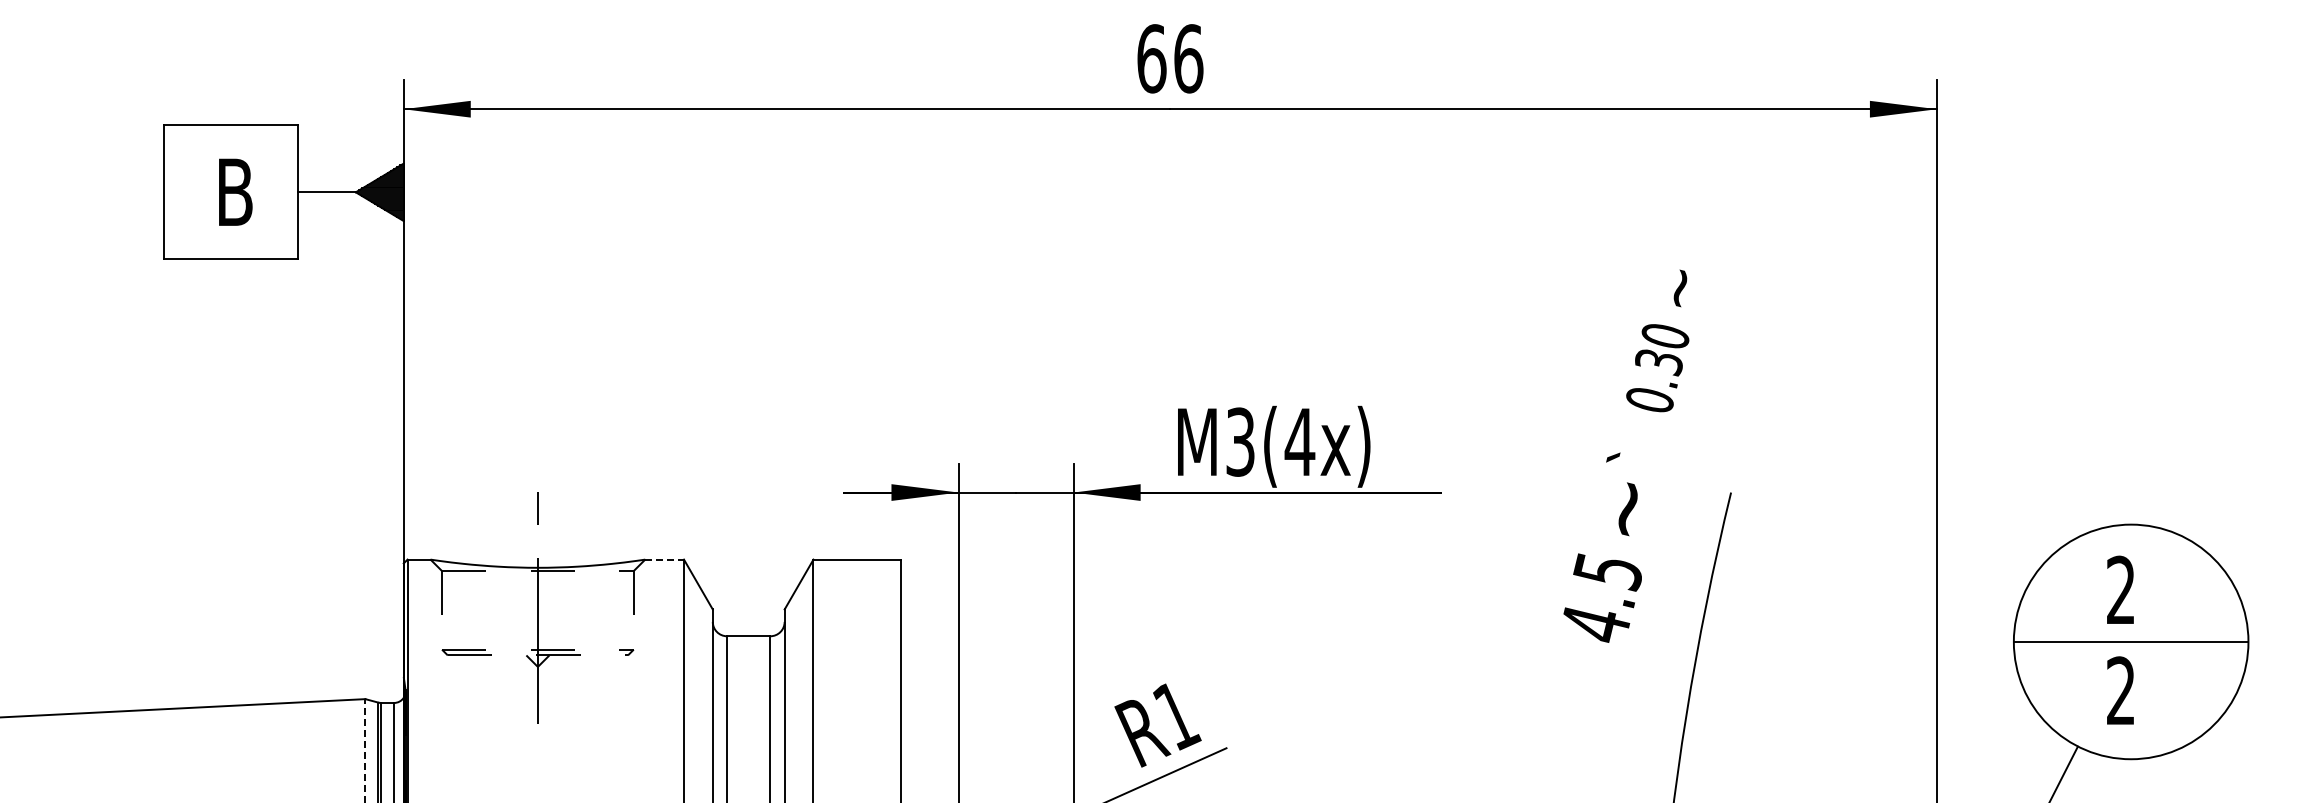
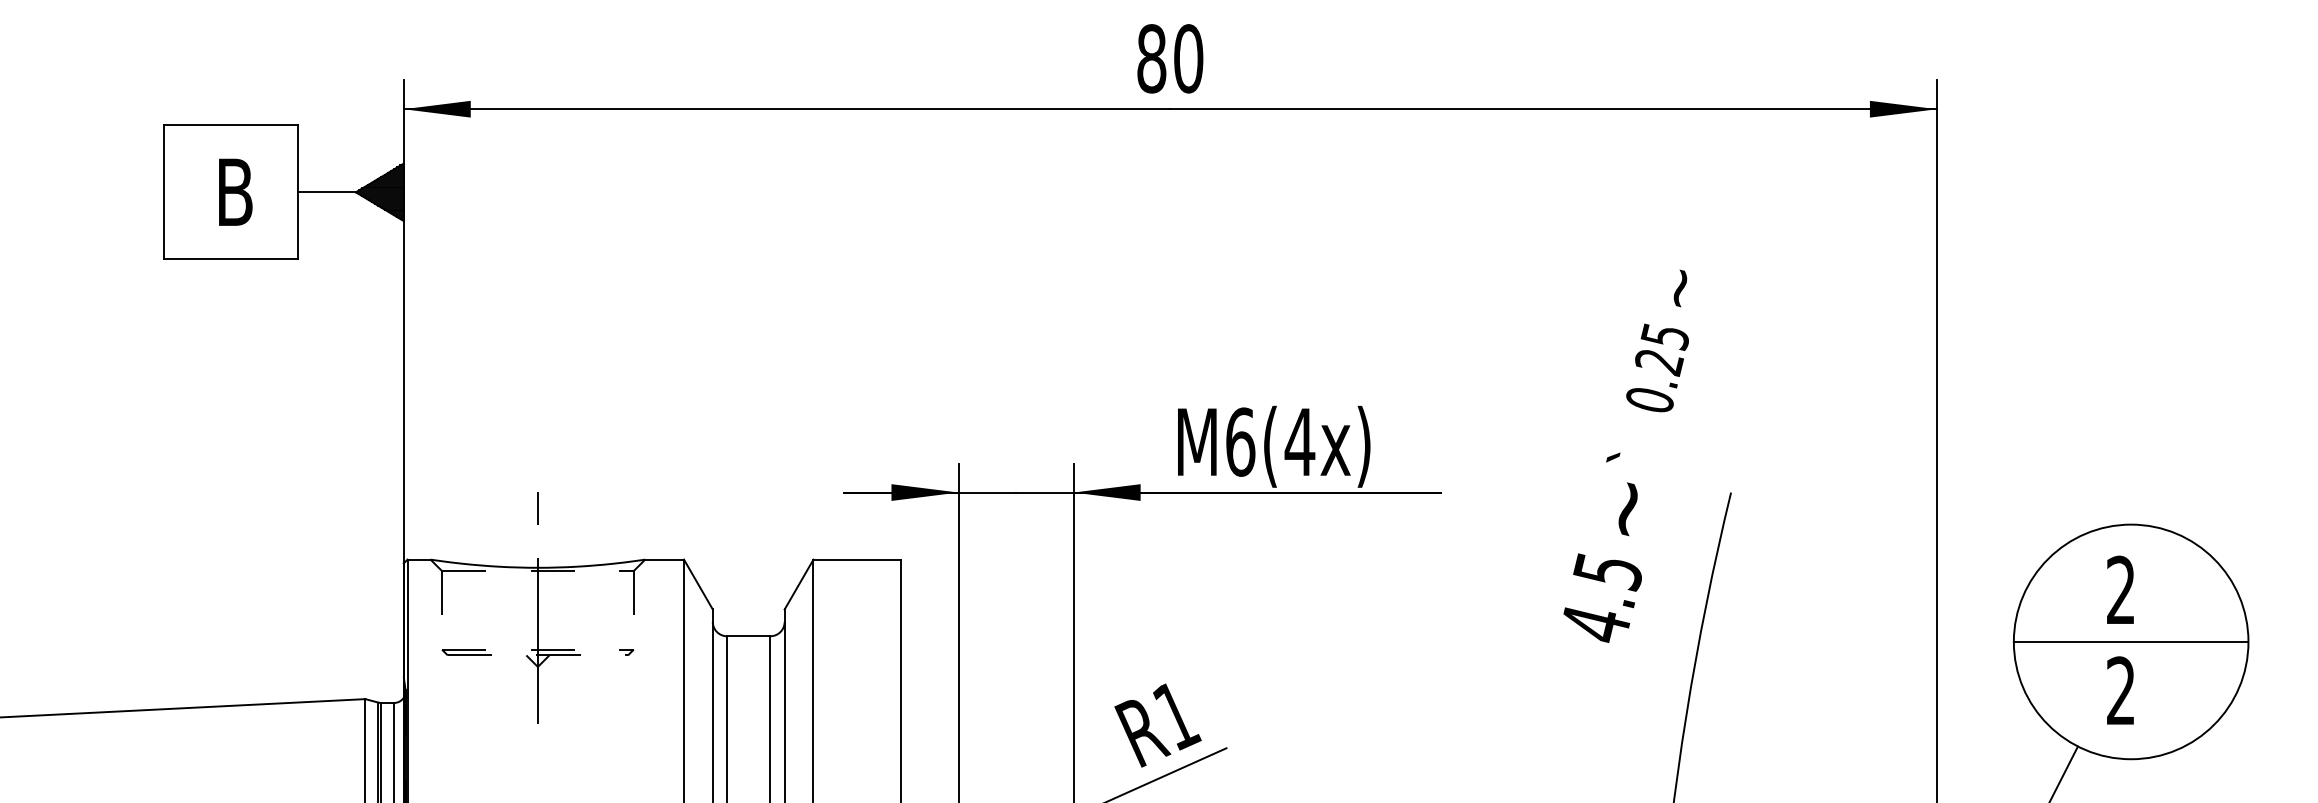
text at (1170, 58): 66 -> 80
text at (1662, 349): 0.30 -> 0.25
text at (1240, 441): M3(4x) -> M6(4x)
line at (665, 559): dashed -> solid
line at (365, 750): dashed -> solid
